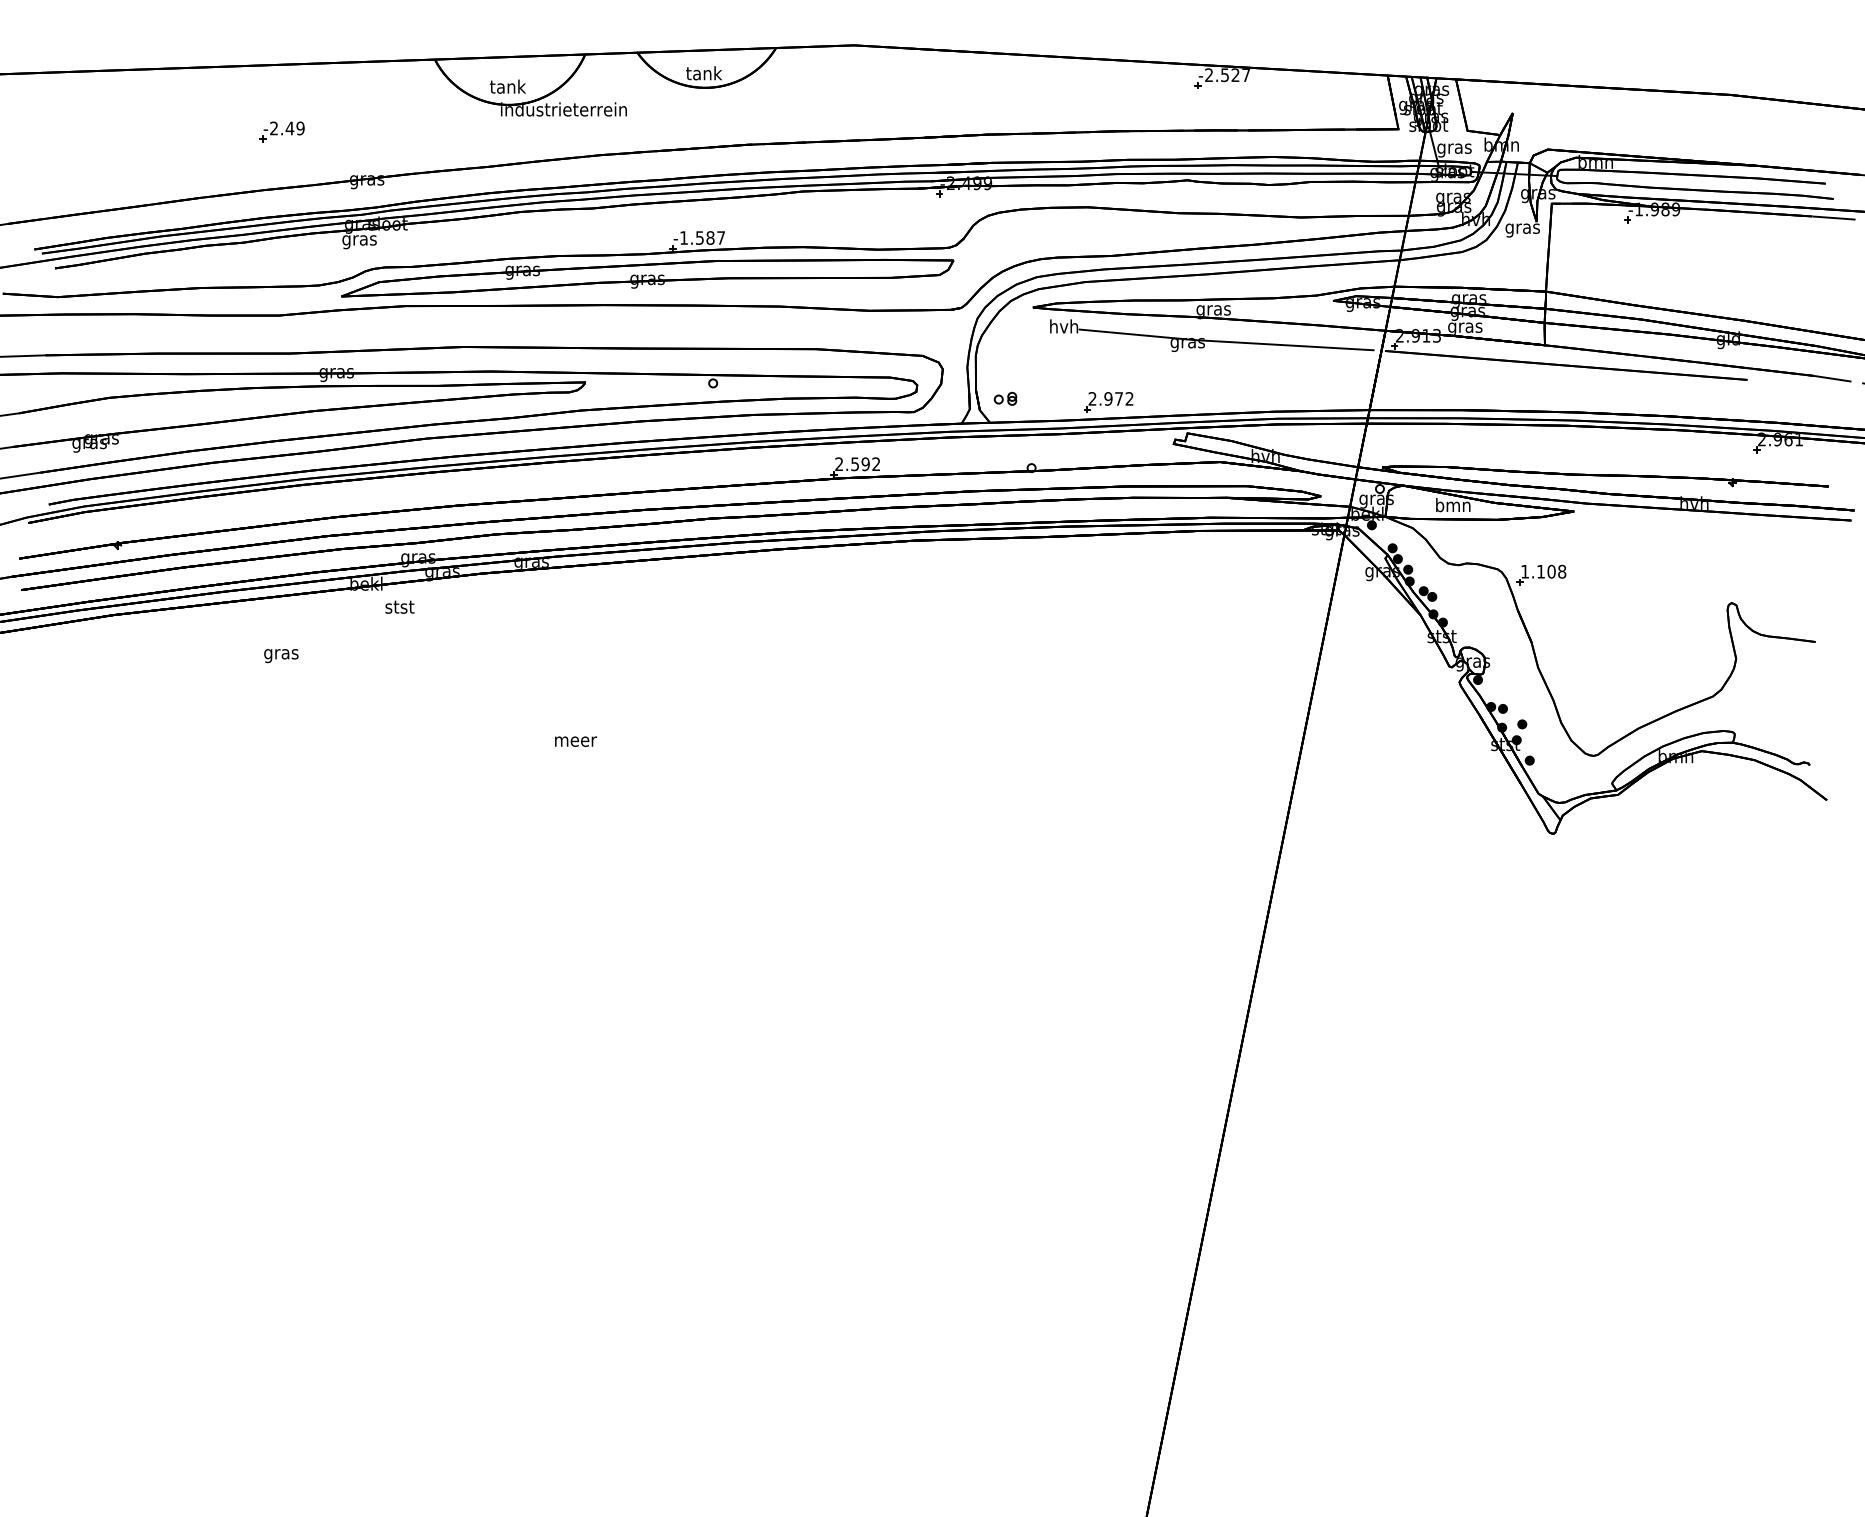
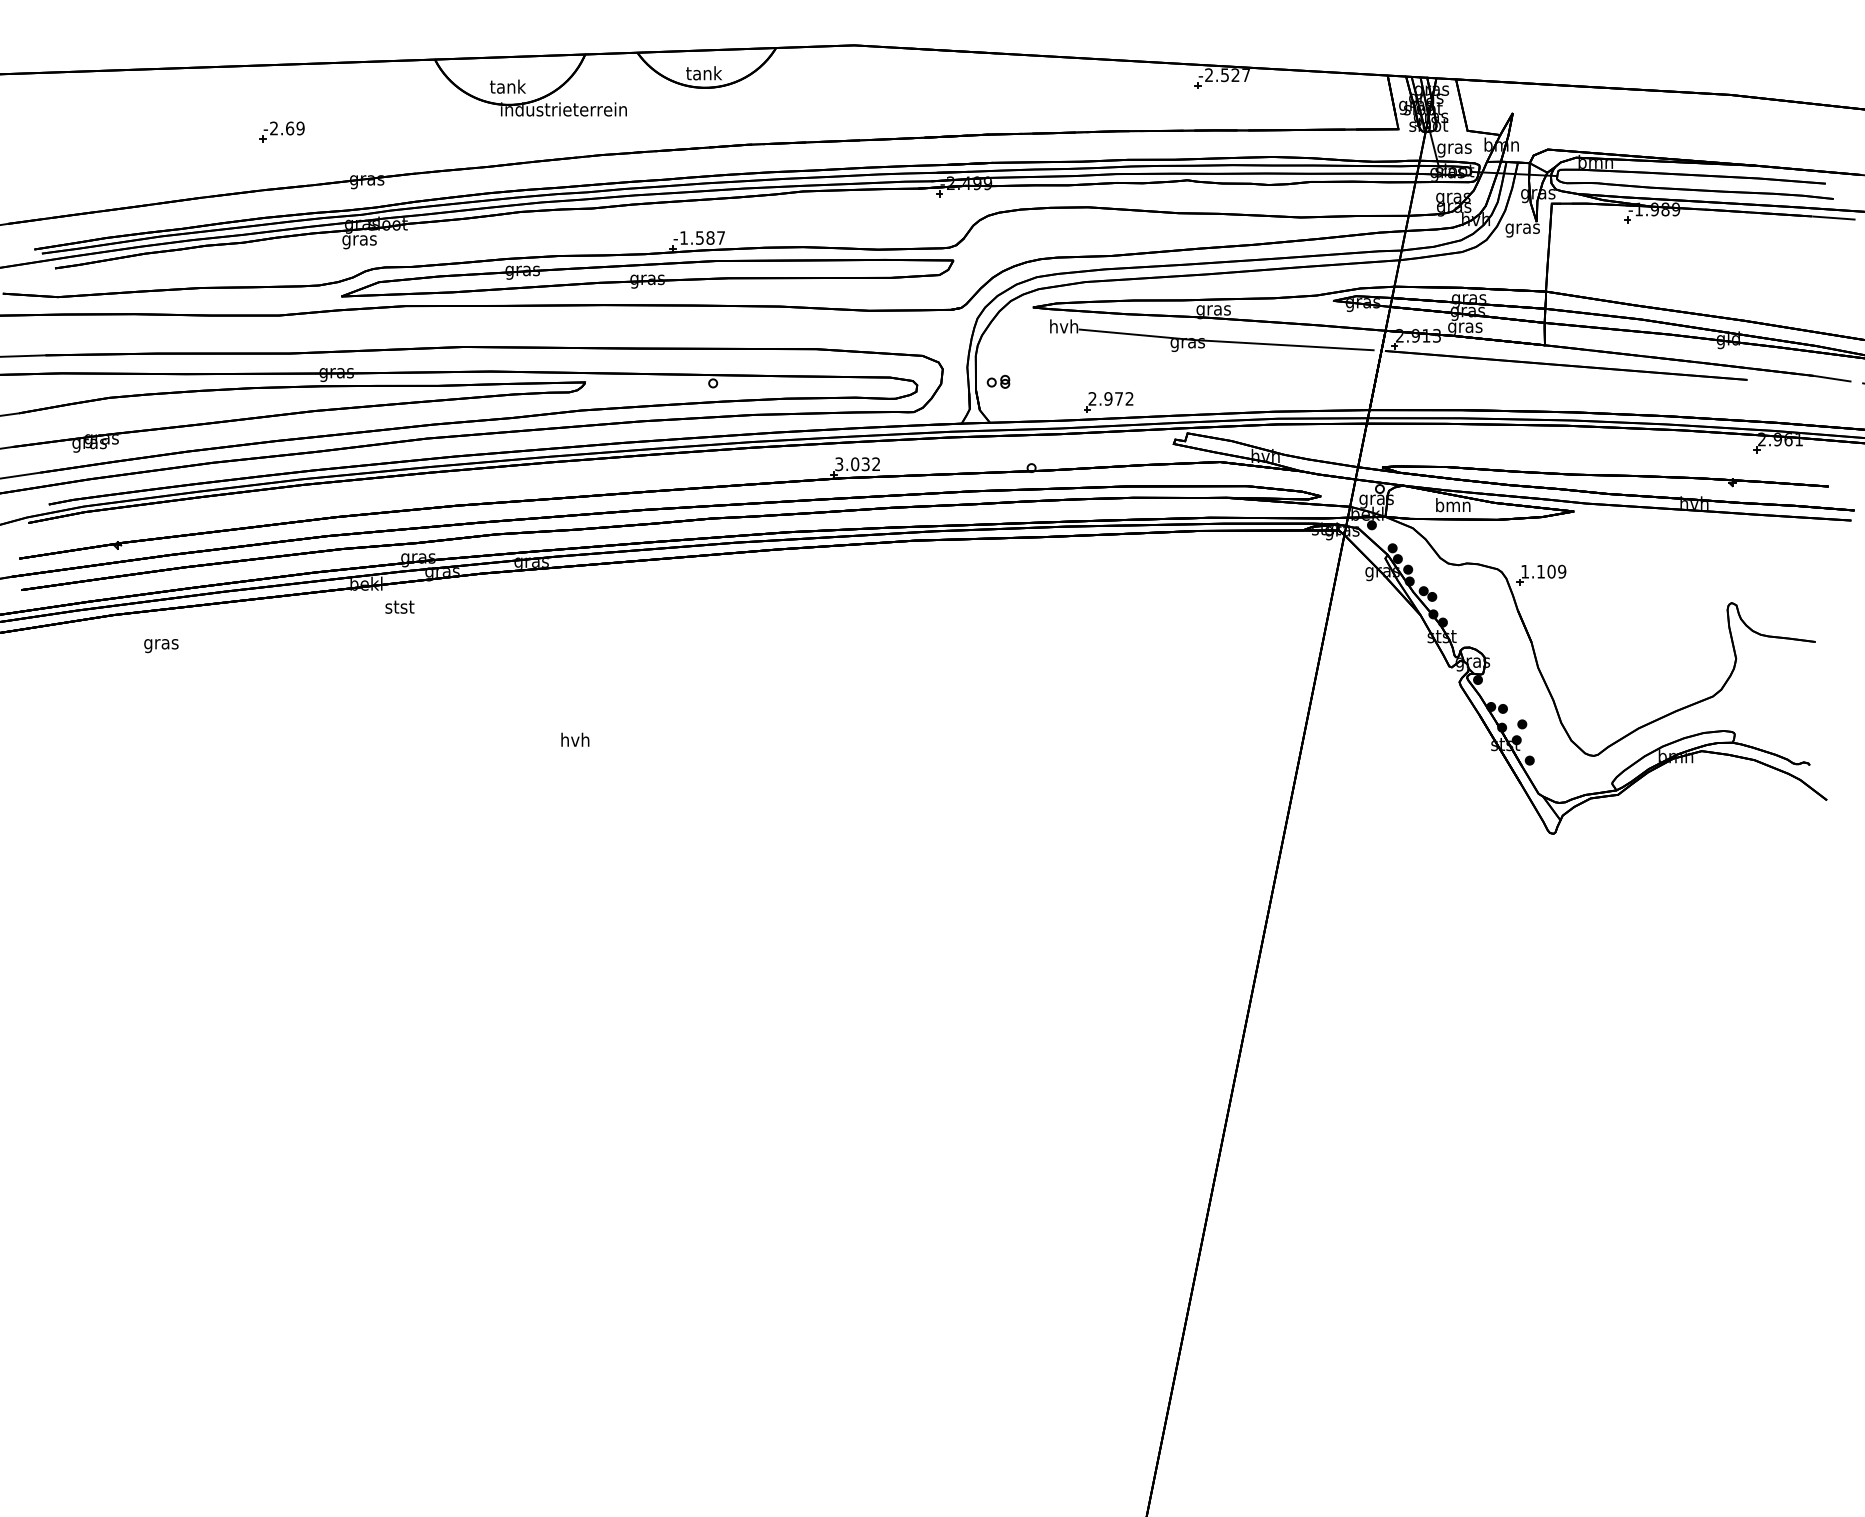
text at (289, 128): -2.49 -> -2.69
part at (1005, 398) position: (1005, 398) -> (998, 381)
text at (852, 464): 2.592 -> 3.032
text at (1562, 571): 1.108 -> 1.109
text at (281, 656) position: (281, 656) -> (161, 646)
text at (575, 739): meer -> hvh
